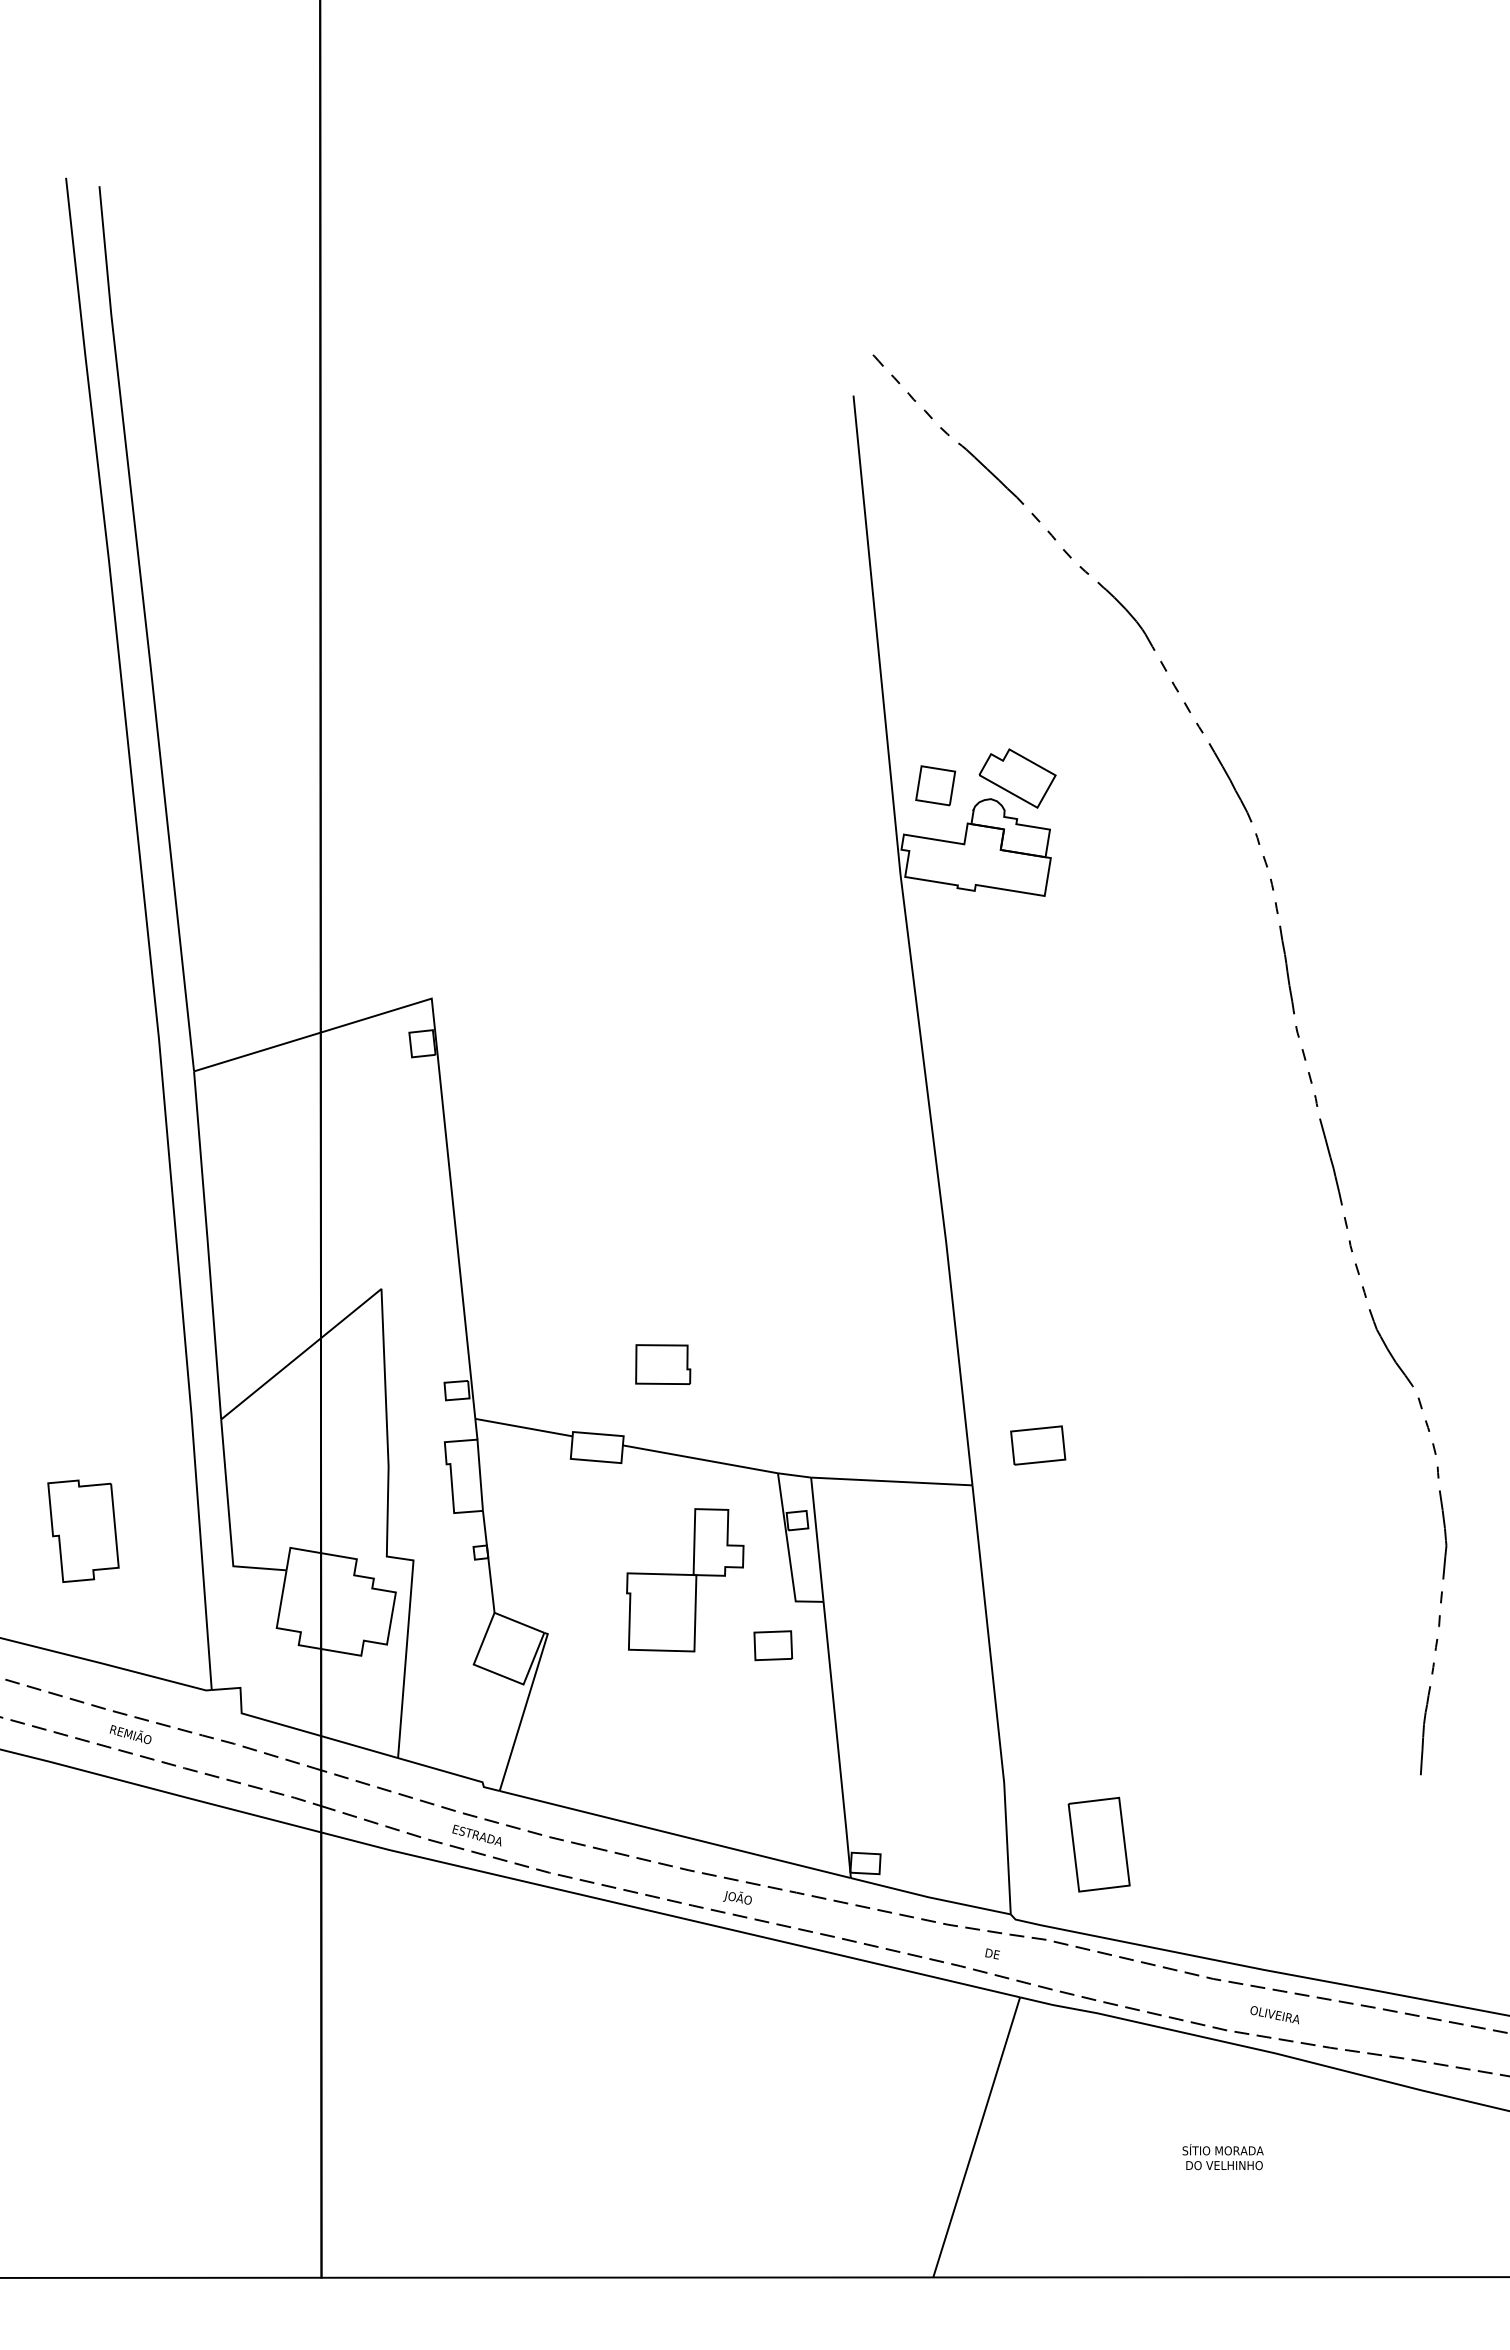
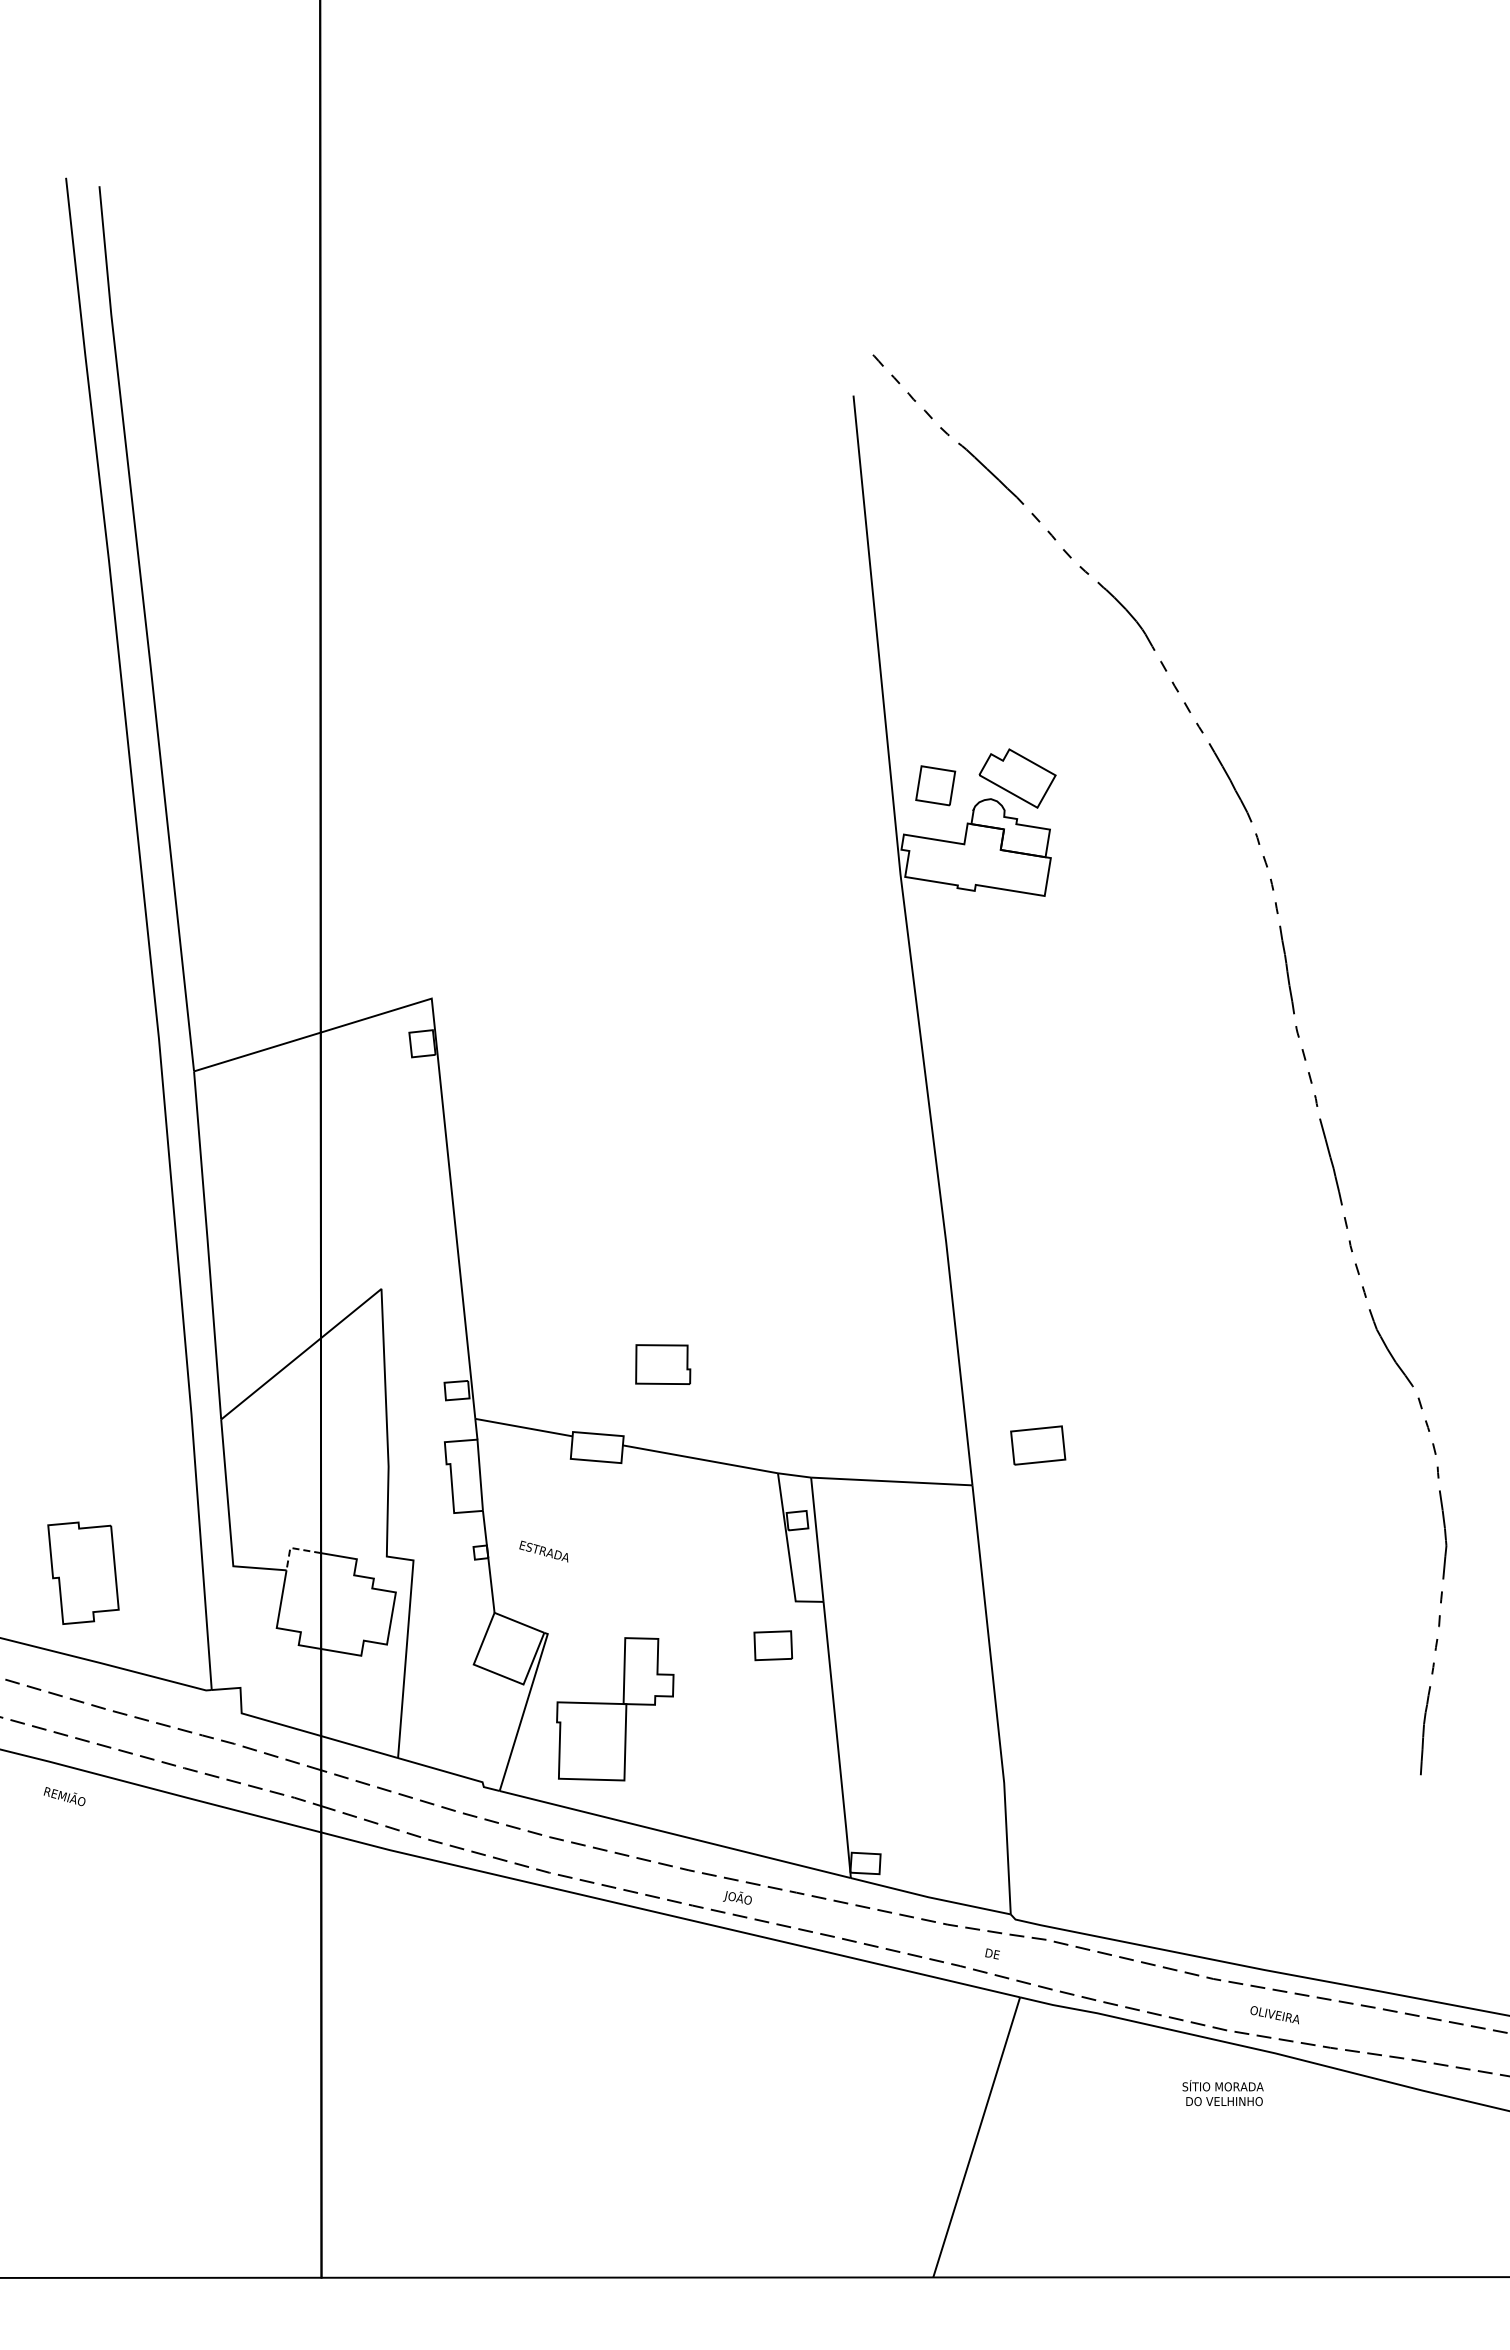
part at (83, 1530) position: (83, 1530) -> (83, 1572)
line at (294, 1548): solid -> dashed
part at (685, 1580) position: (685, 1580) -> (615, 1709)
text at (130, 1734) position: (130, 1734) -> (64, 1796)
text at (476, 1835) position: (476, 1835) -> (543, 1551)
part at (1098, 1844): present -> none
text at (1222, 2157) position: (1222, 2157) -> (1222, 2093)
